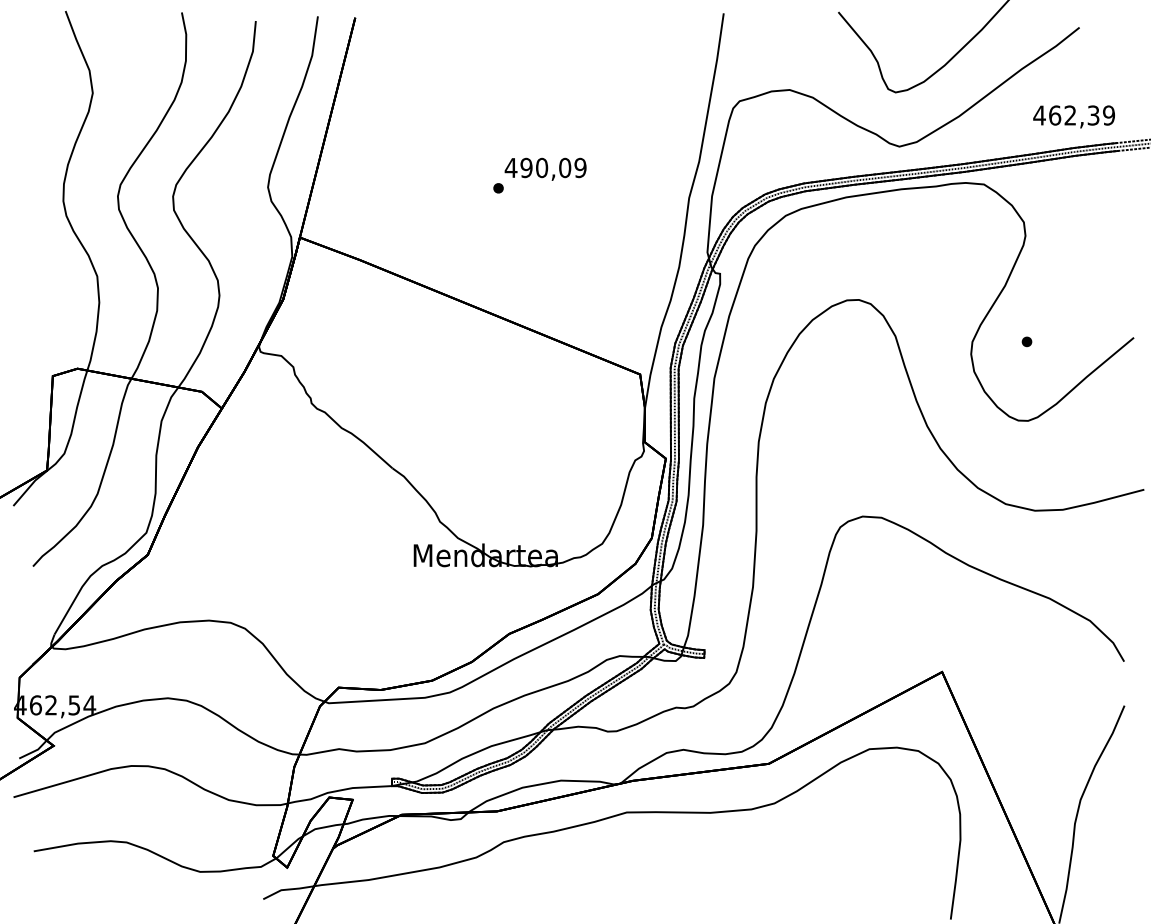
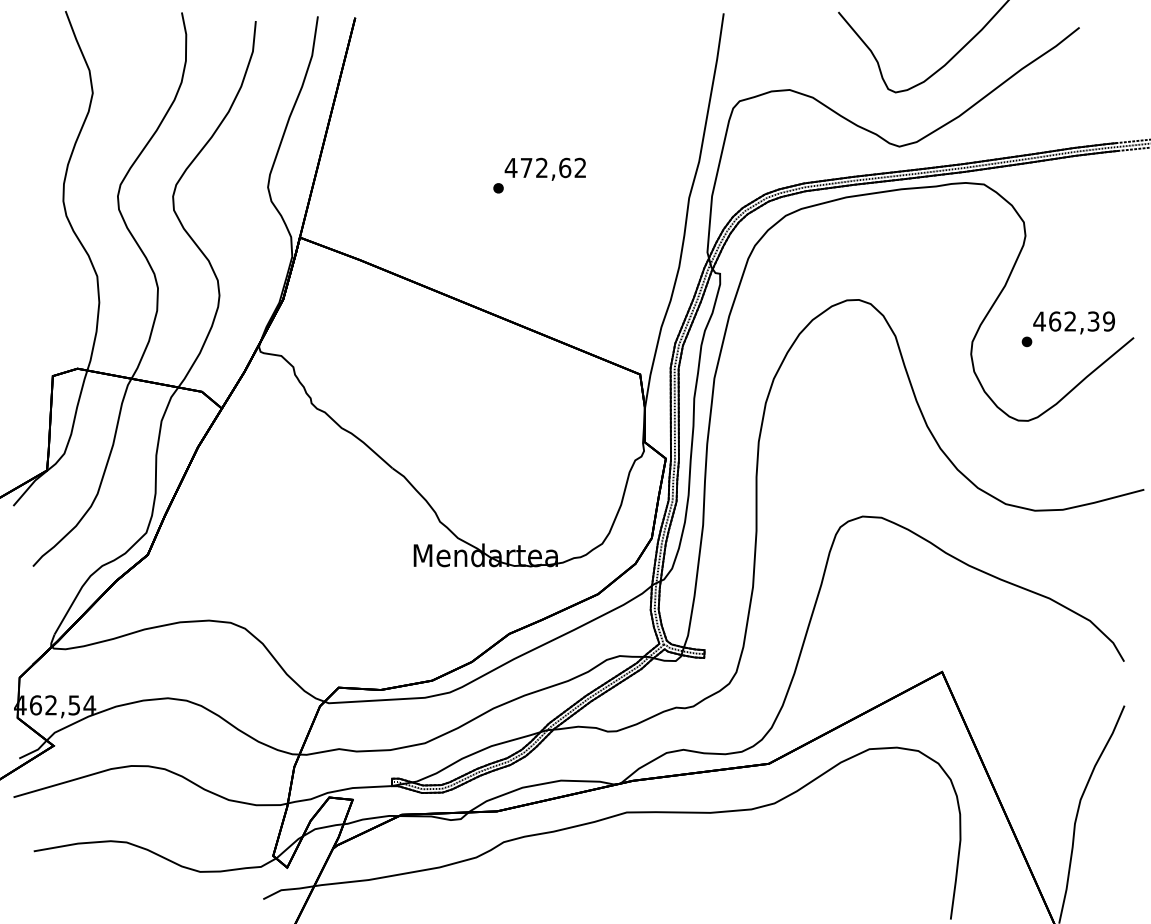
text at (1073, 116) position: (1073, 116) -> (1073, 322)
text at (553, 167): 490,09 -> 472,62
